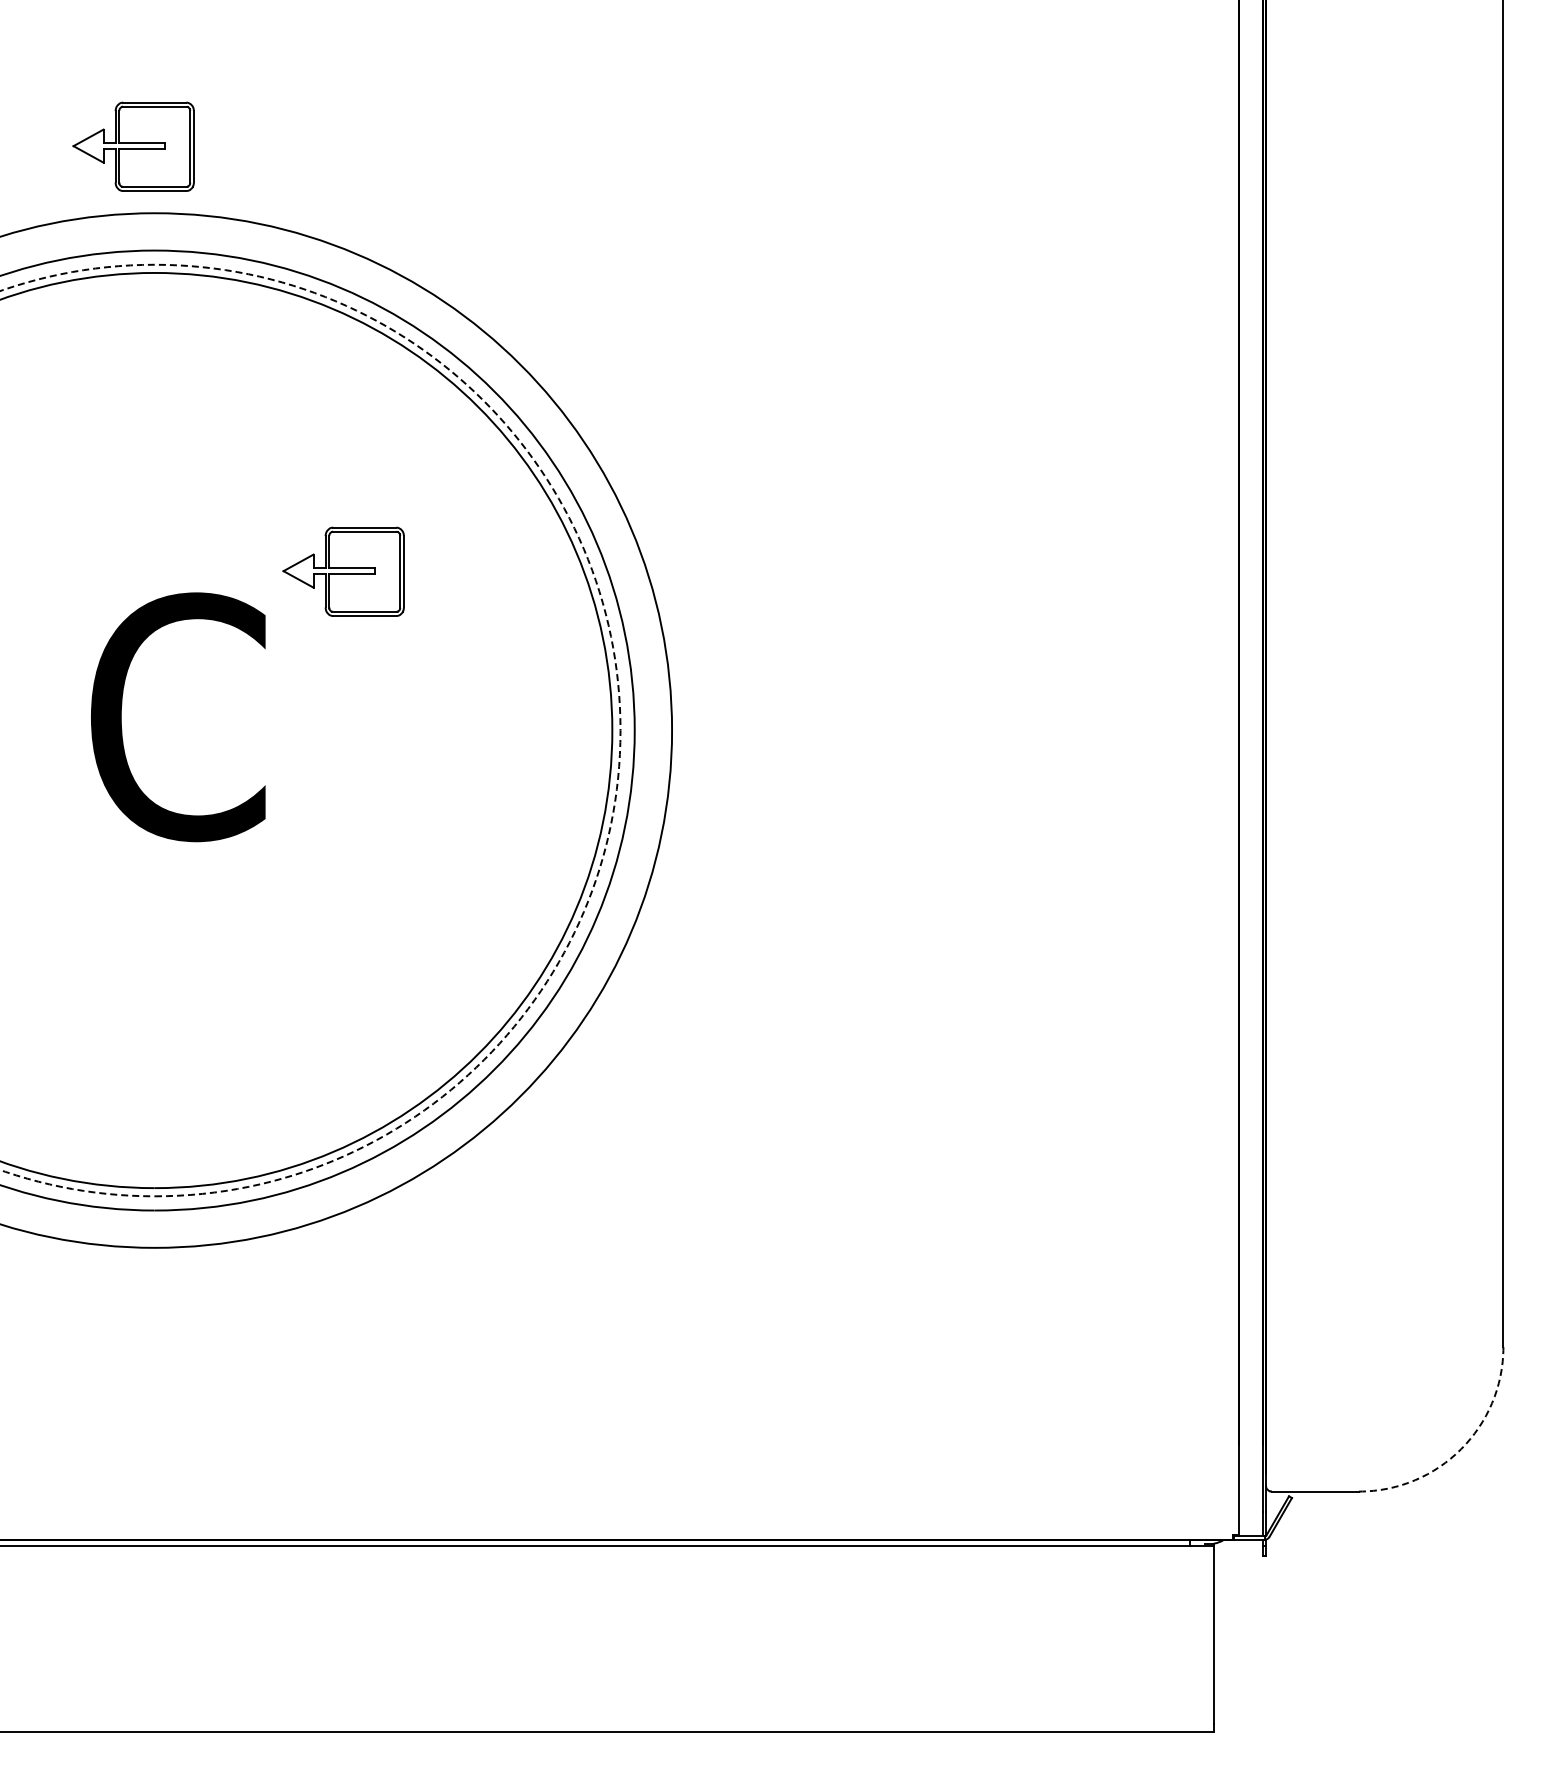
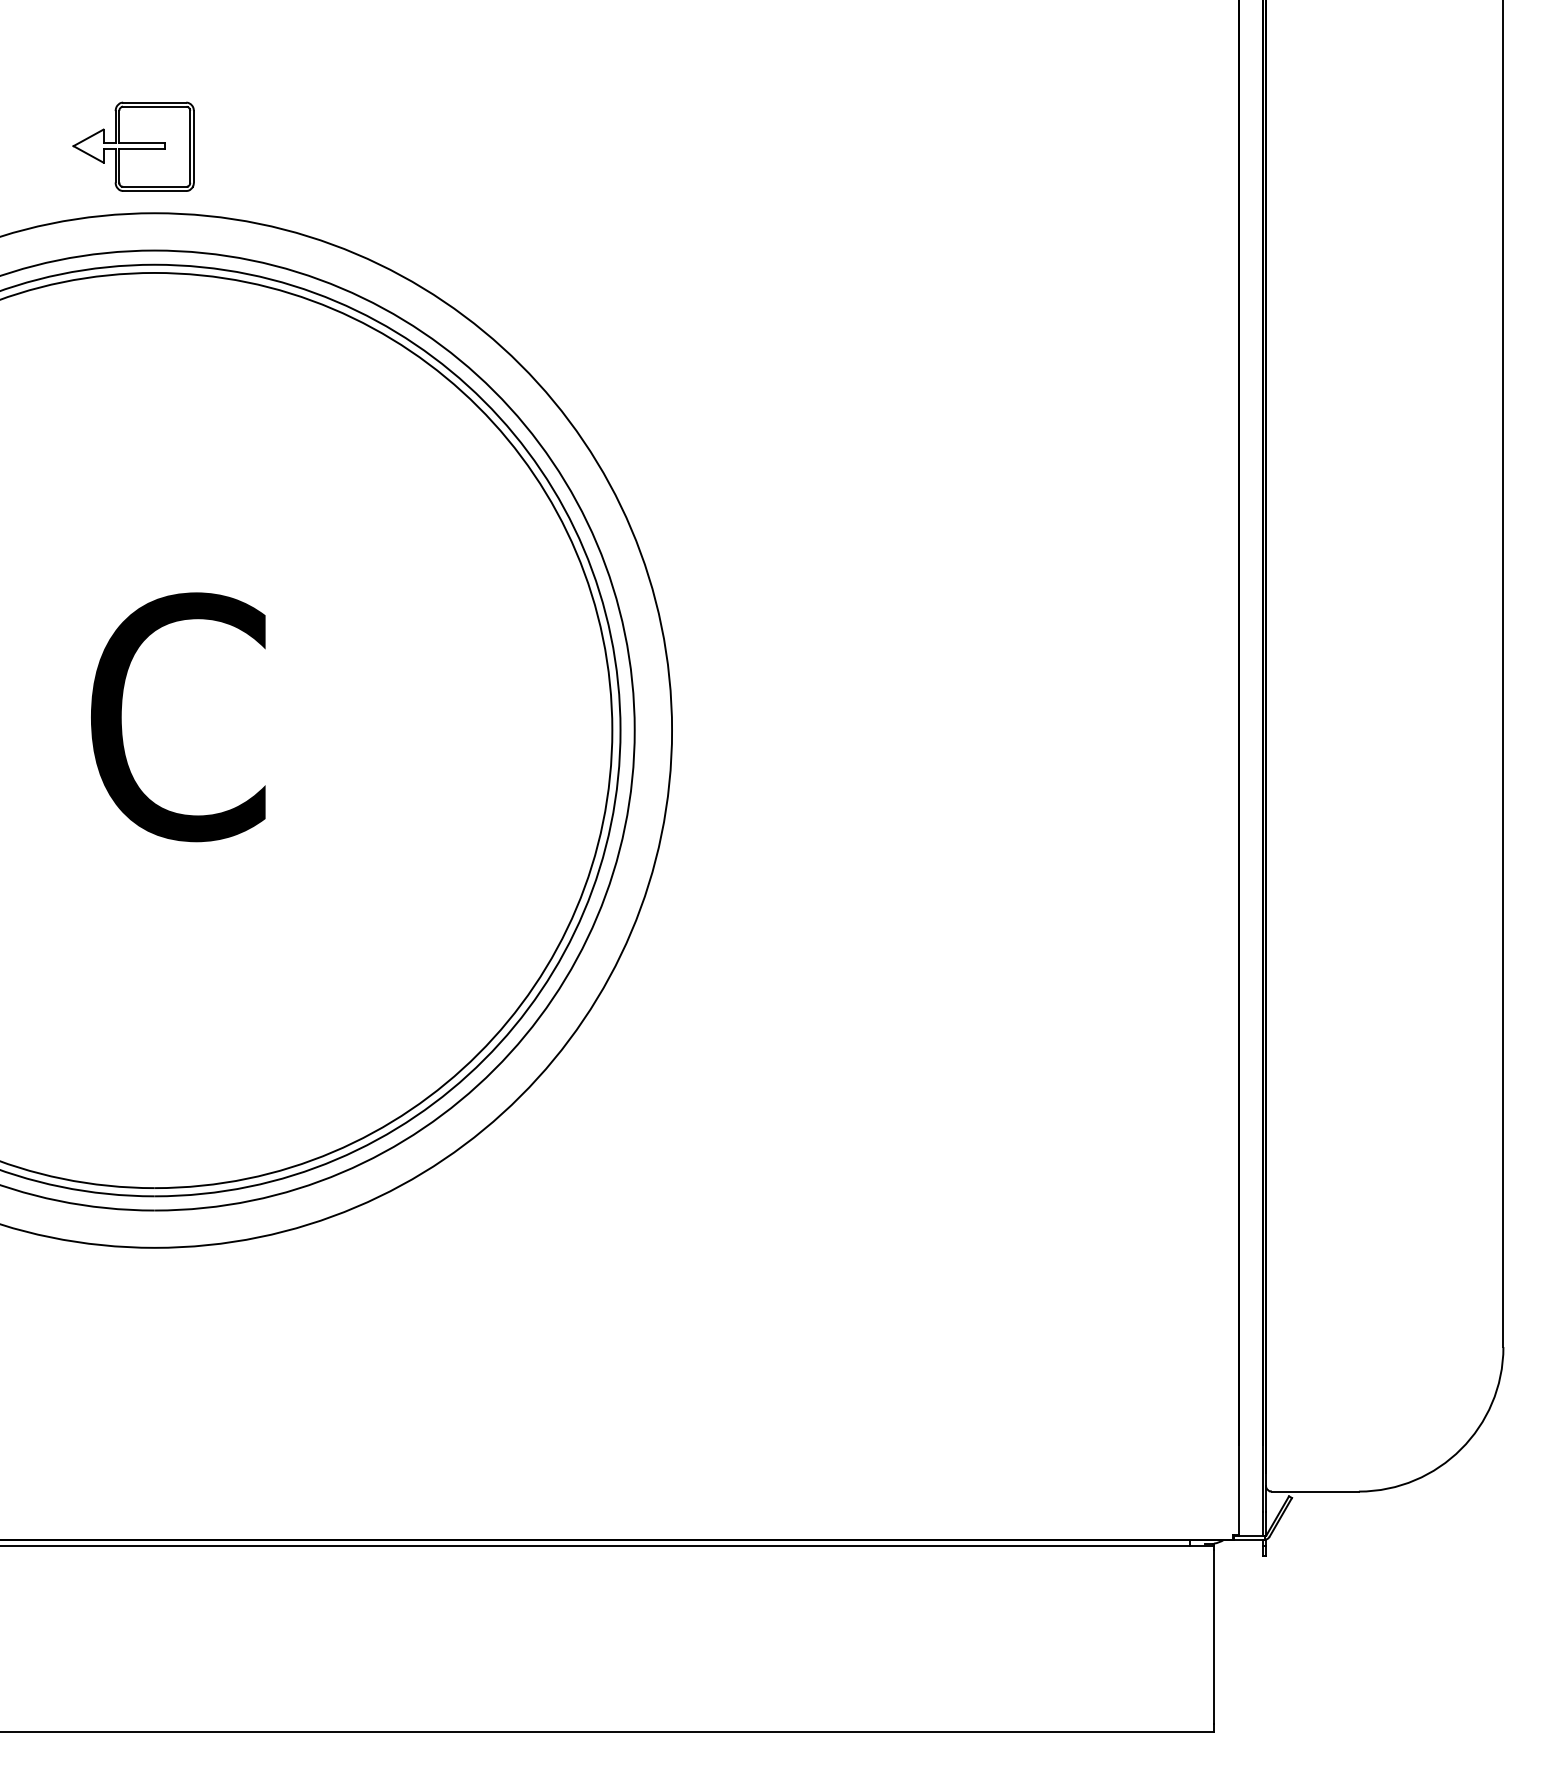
part at (343, 571): present -> none
arc at (594, 575): dashed -> solid
arc at (1461, 1449): dashed -> solid
